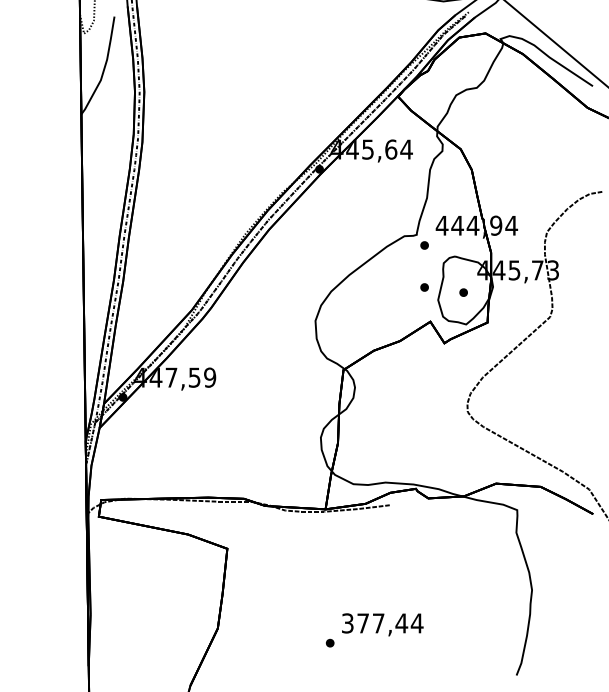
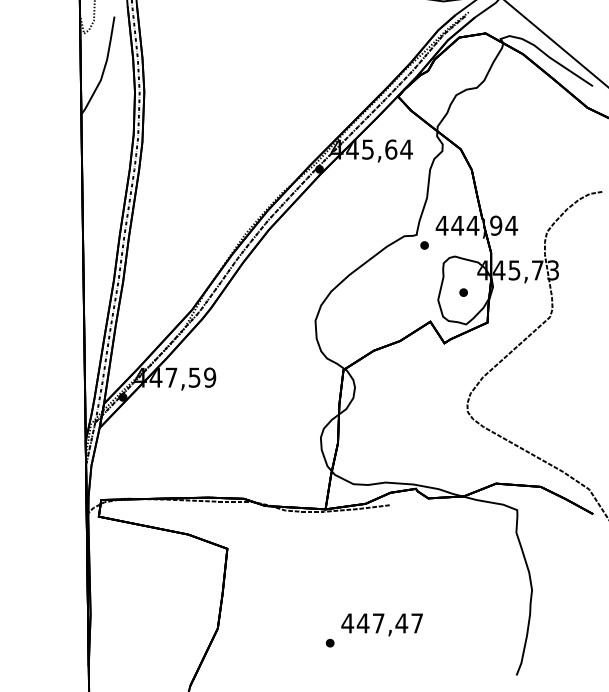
part at (424, 287): present -> none
text at (382, 623): 377,44 -> 447,47
